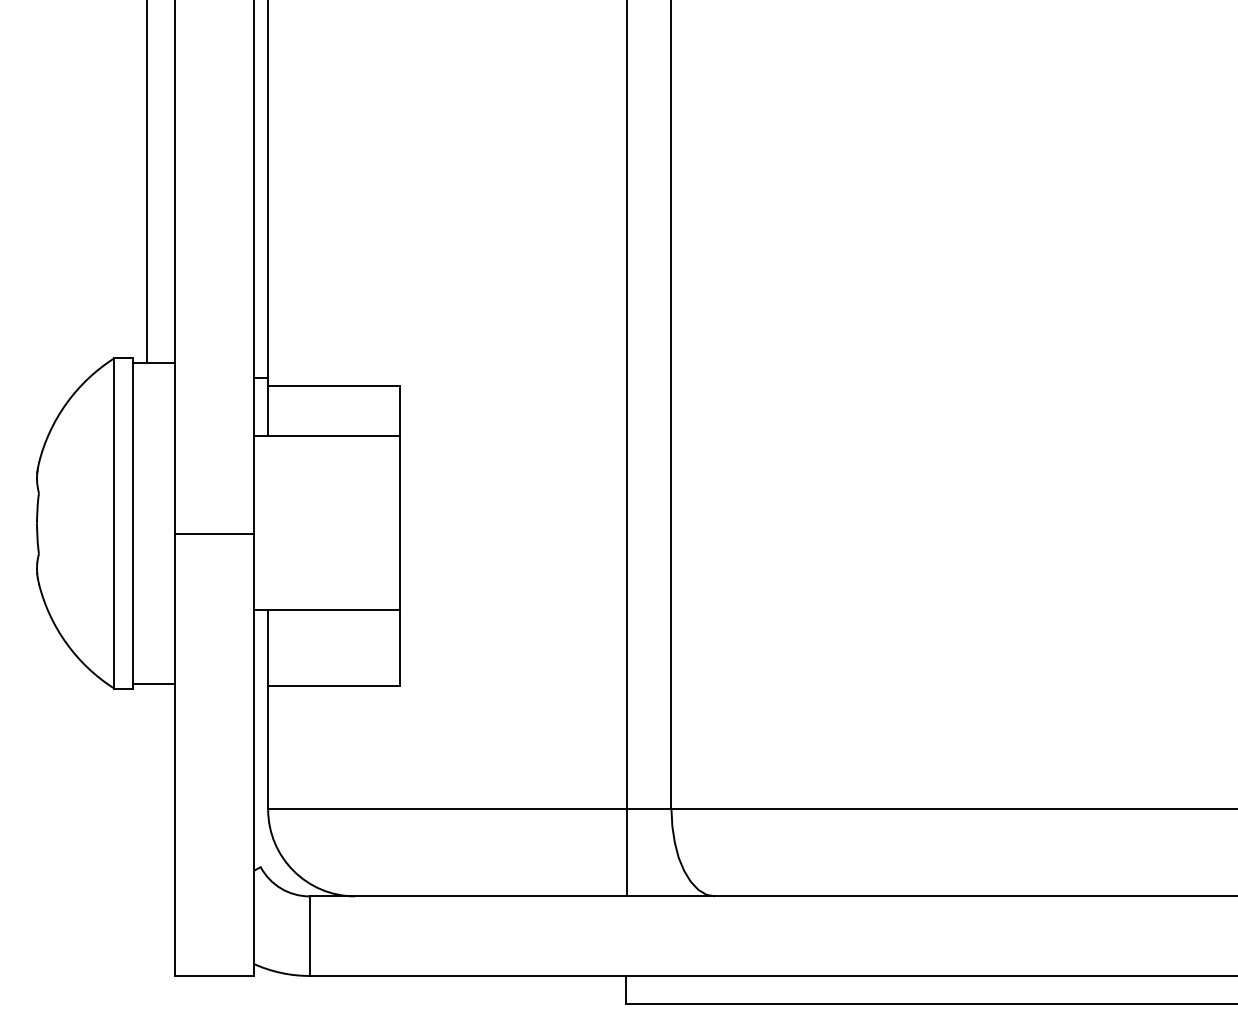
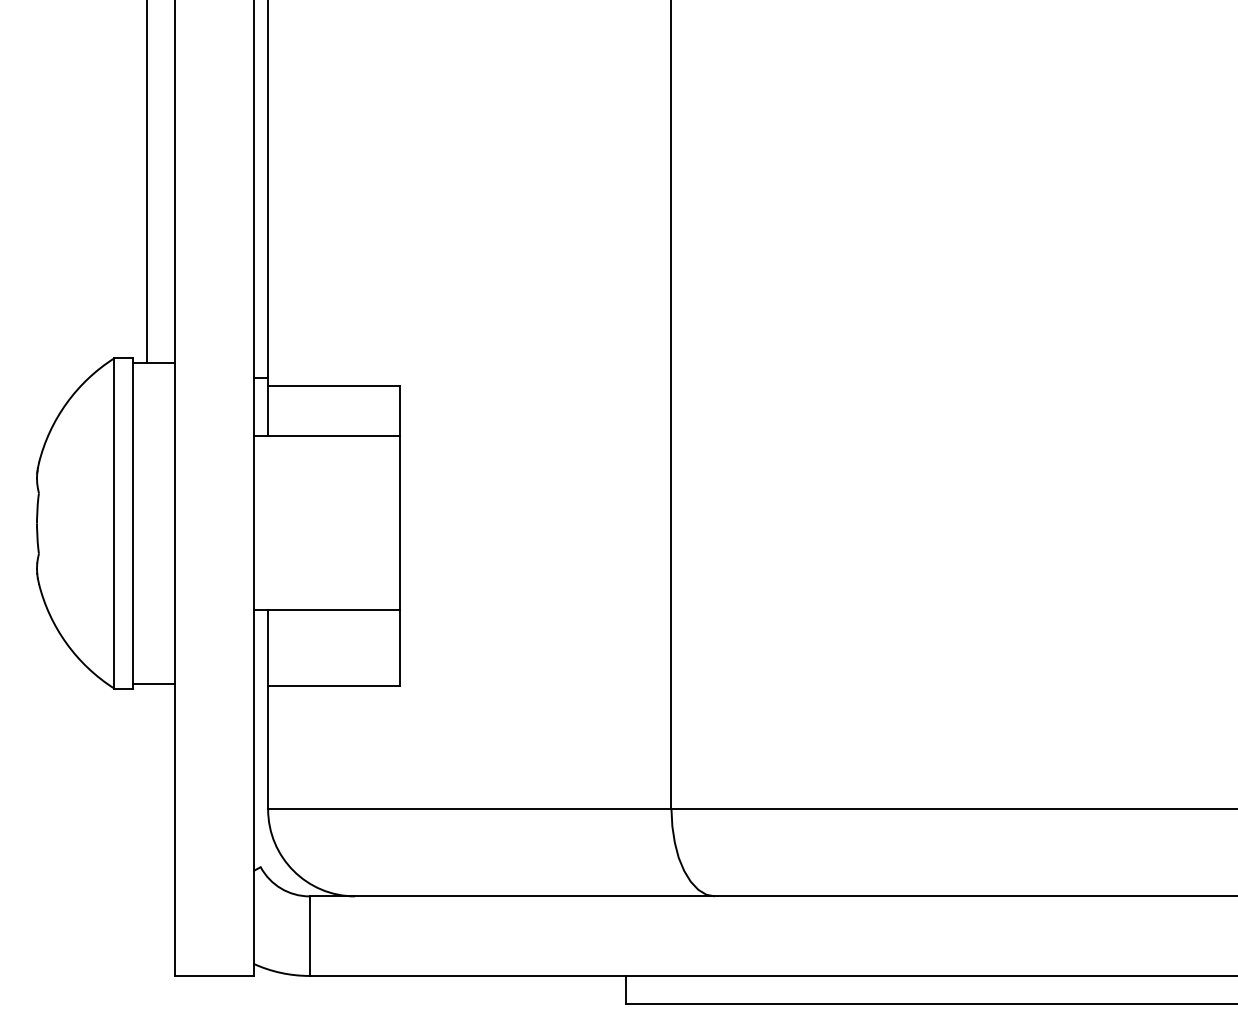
line at (627, 449): present -> none
line at (214, 533): present -> none
